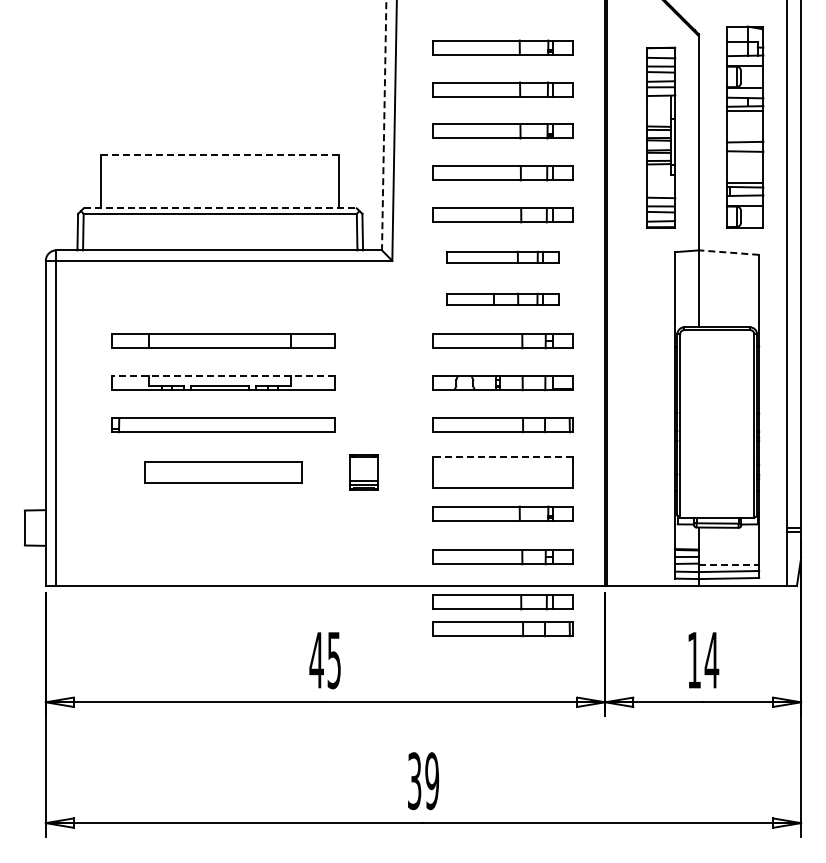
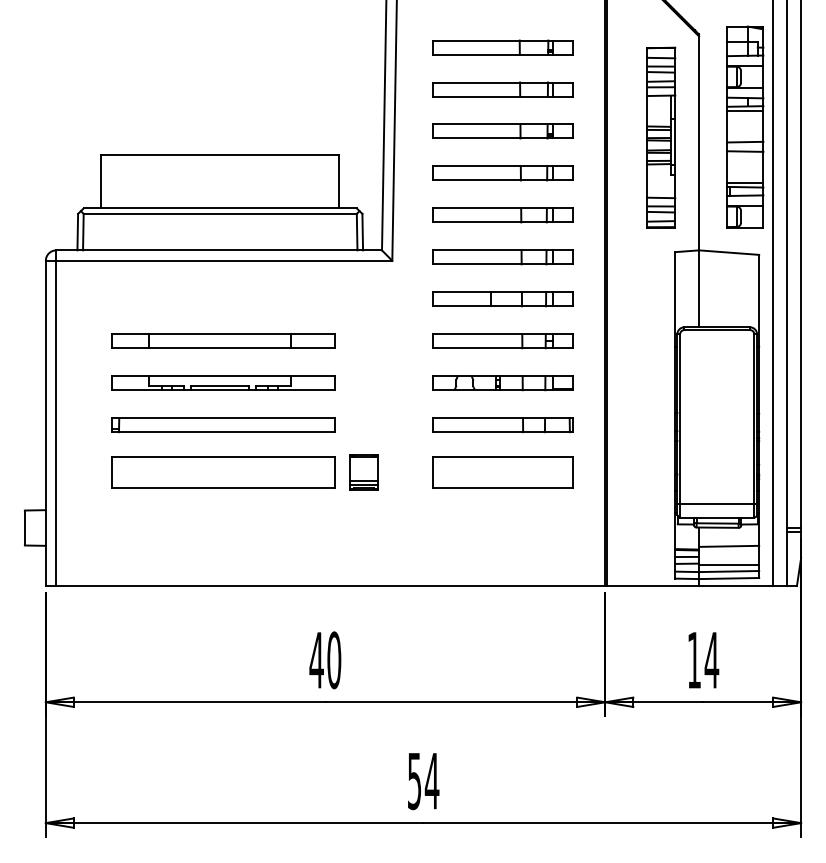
line at (384, 125): dashed -> solid
line at (220, 154): dashed -> solid
line at (220, 208): dashed -> solid
line at (728, 252): dashed -> solid
part at (502, 256) size: 114x14 px -> 142x17 px
line at (773, 294): none -> present
part at (502, 298) size: 114x14 px -> 142x17 px
line at (223, 376): dashed -> solid
line at (503, 457): dashed -> solid
part at (223, 472) size: 159x23 px -> 225x33 px
line at (717, 503): none -> present
part at (502, 513): present -> none
line at (729, 545): none -> present
part at (502, 557): present -> none
line at (729, 565): dashed -> solid
part at (502, 602): present -> none
part at (502, 629): present -> none
text at (334, 660): 45 -> 40
text at (423, 781): 39 -> 54
